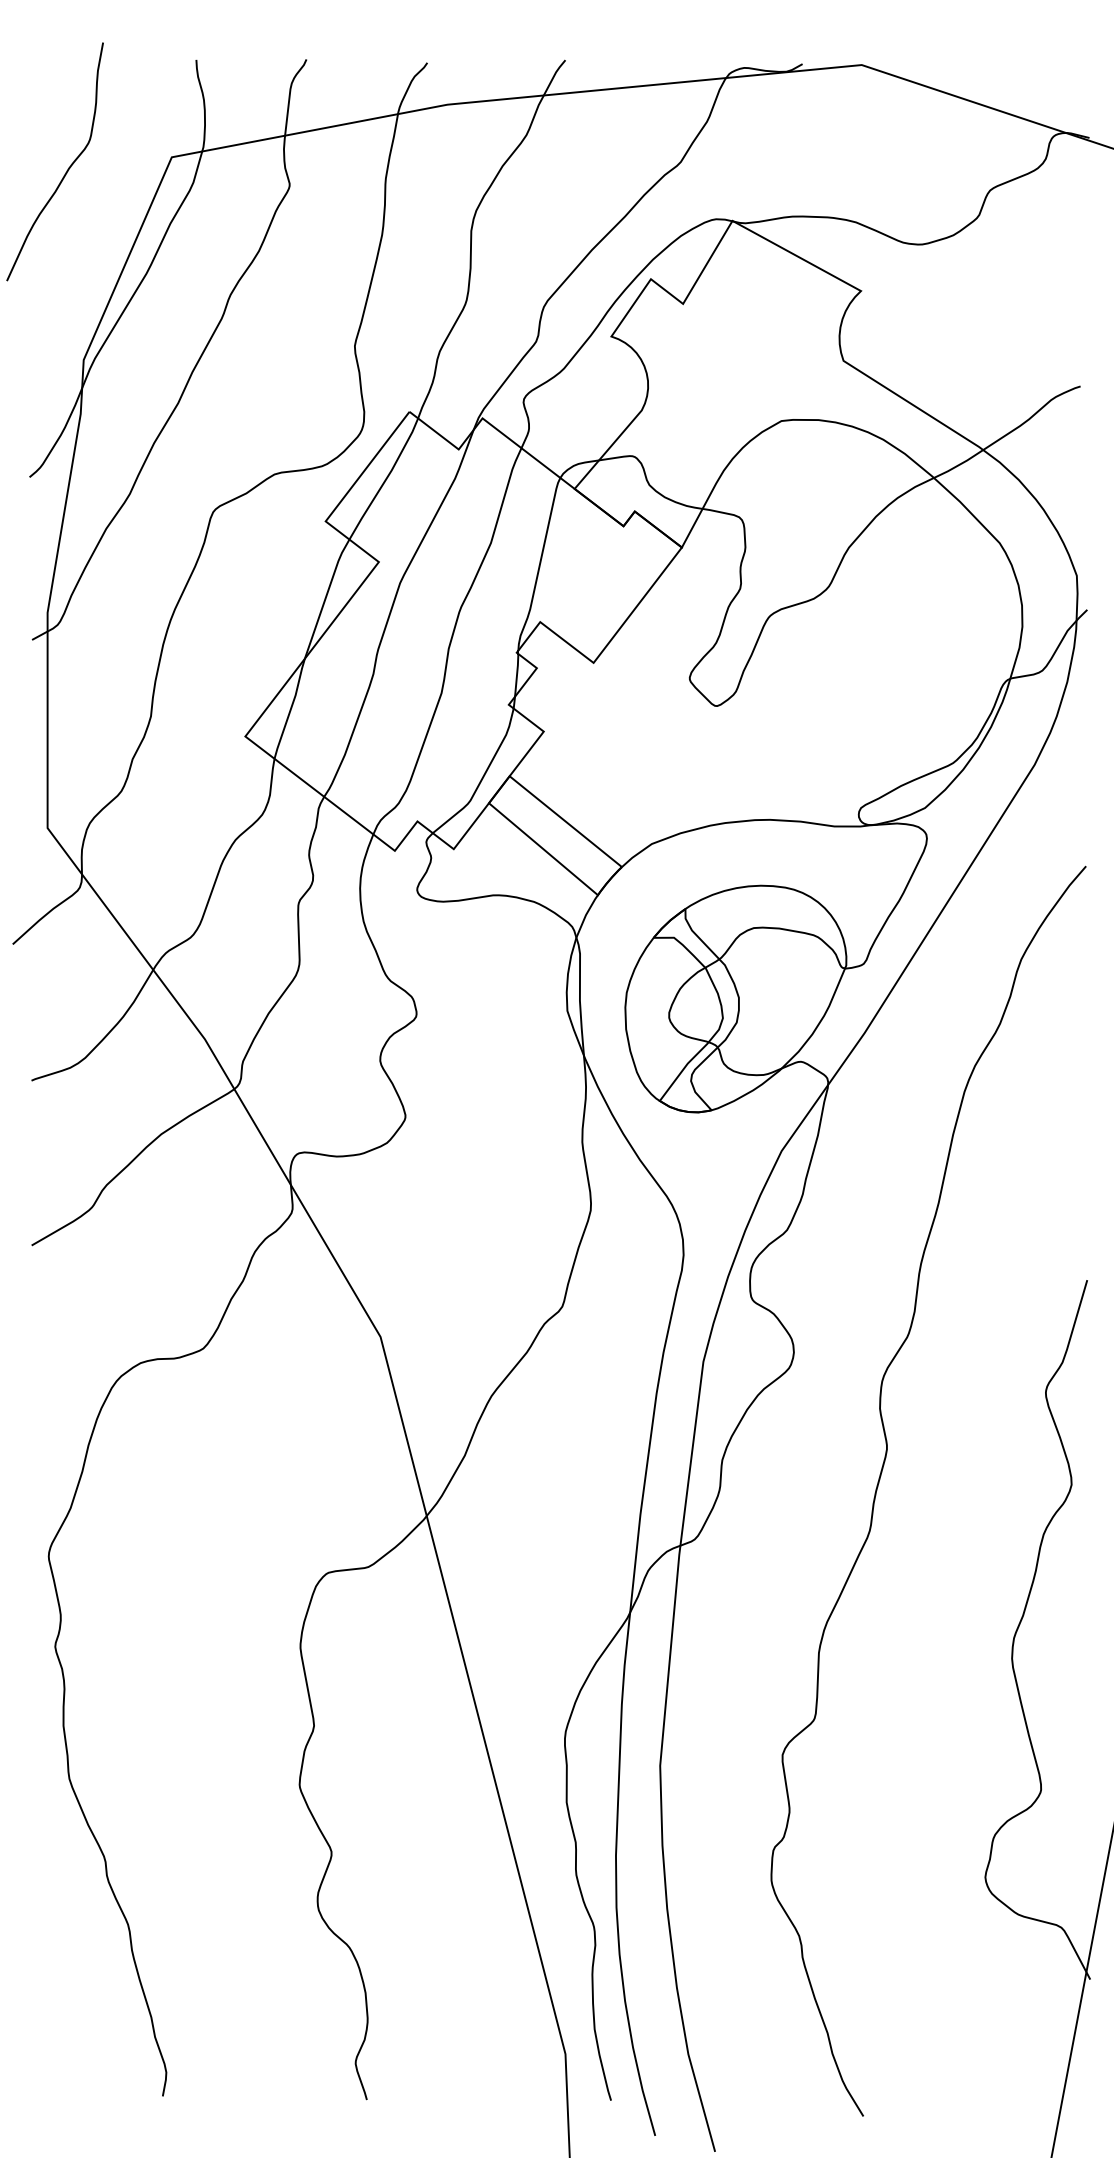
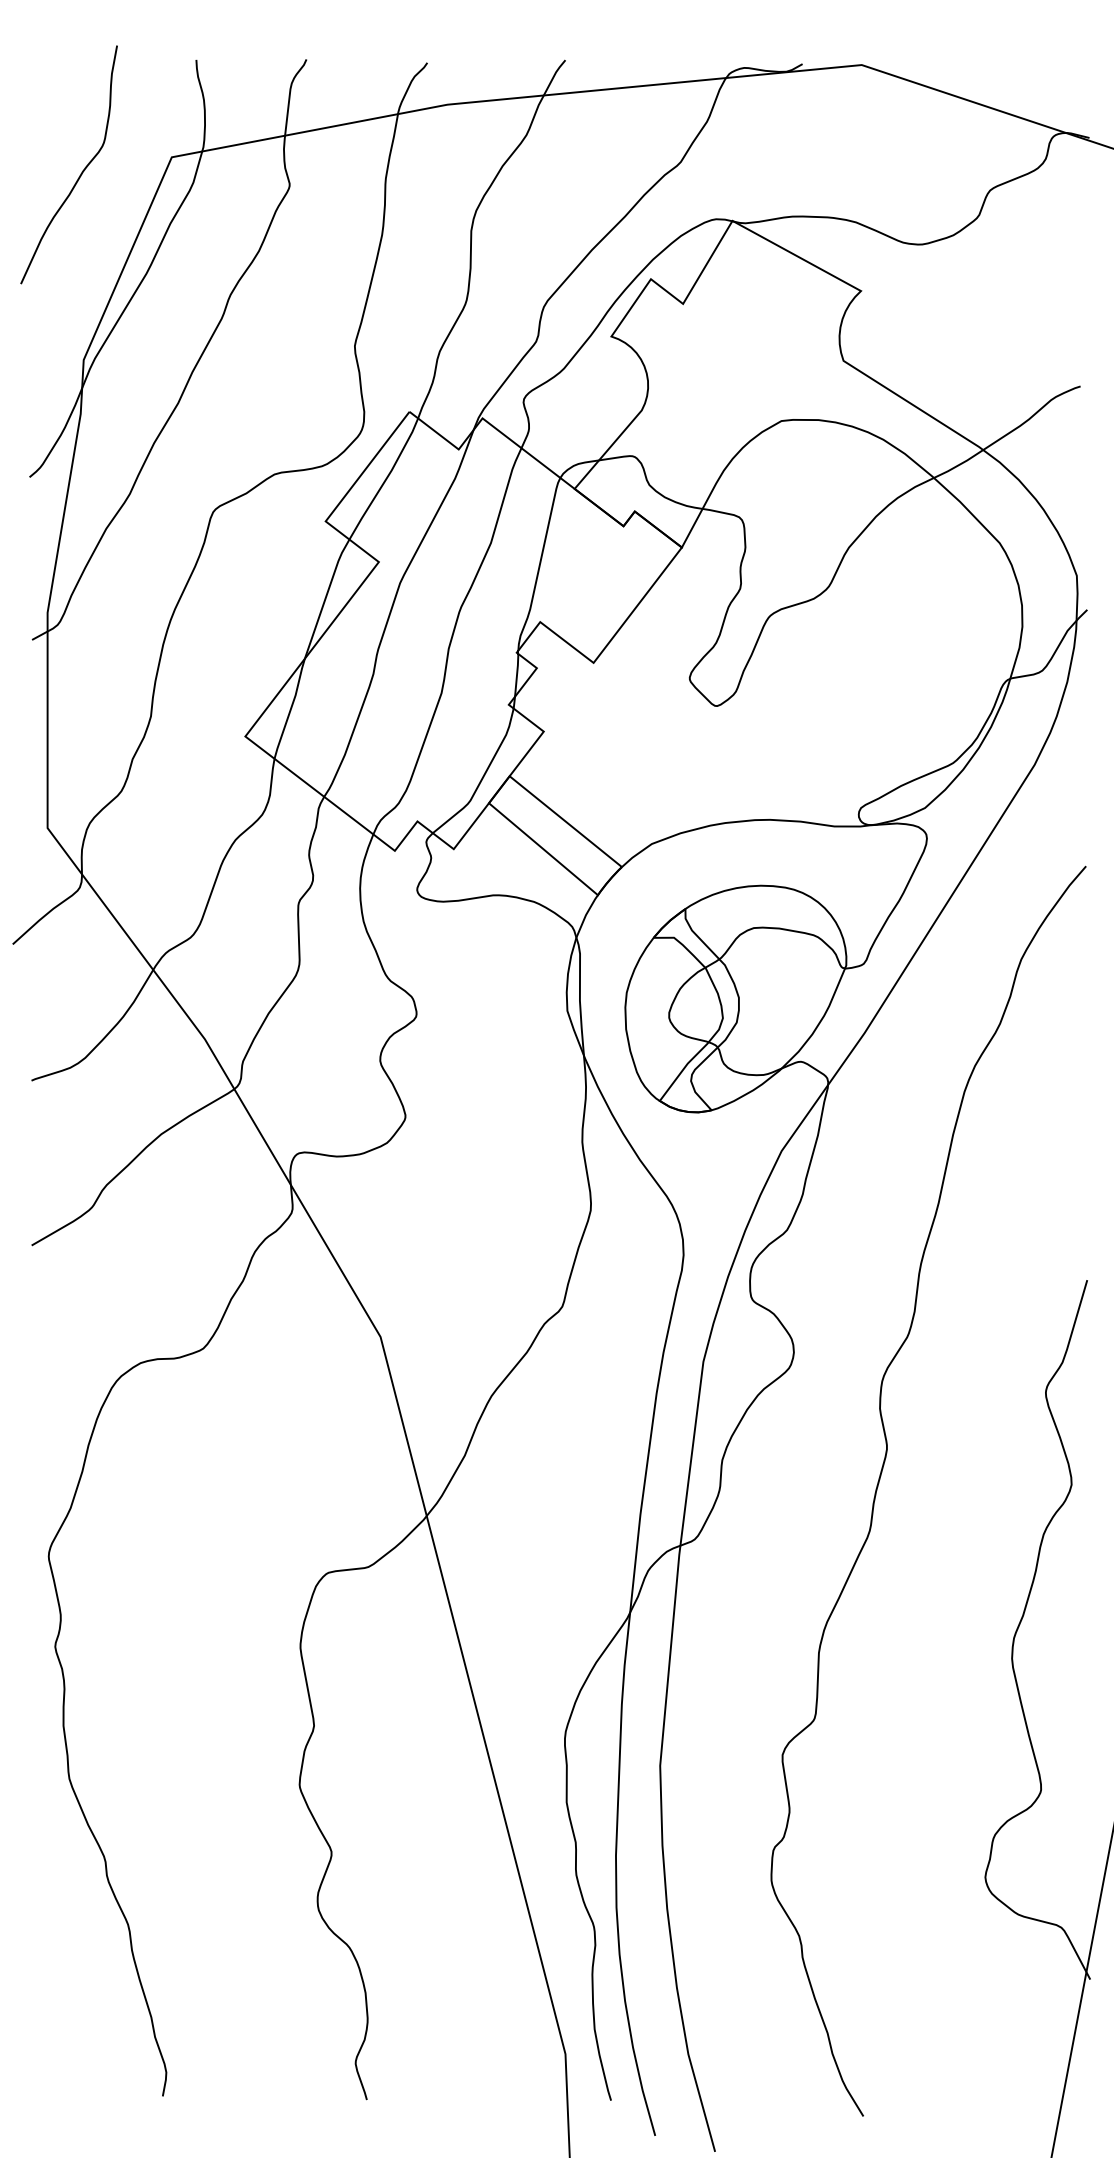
curve at (66, 170) position: (66, 170) -> (80, 173)
